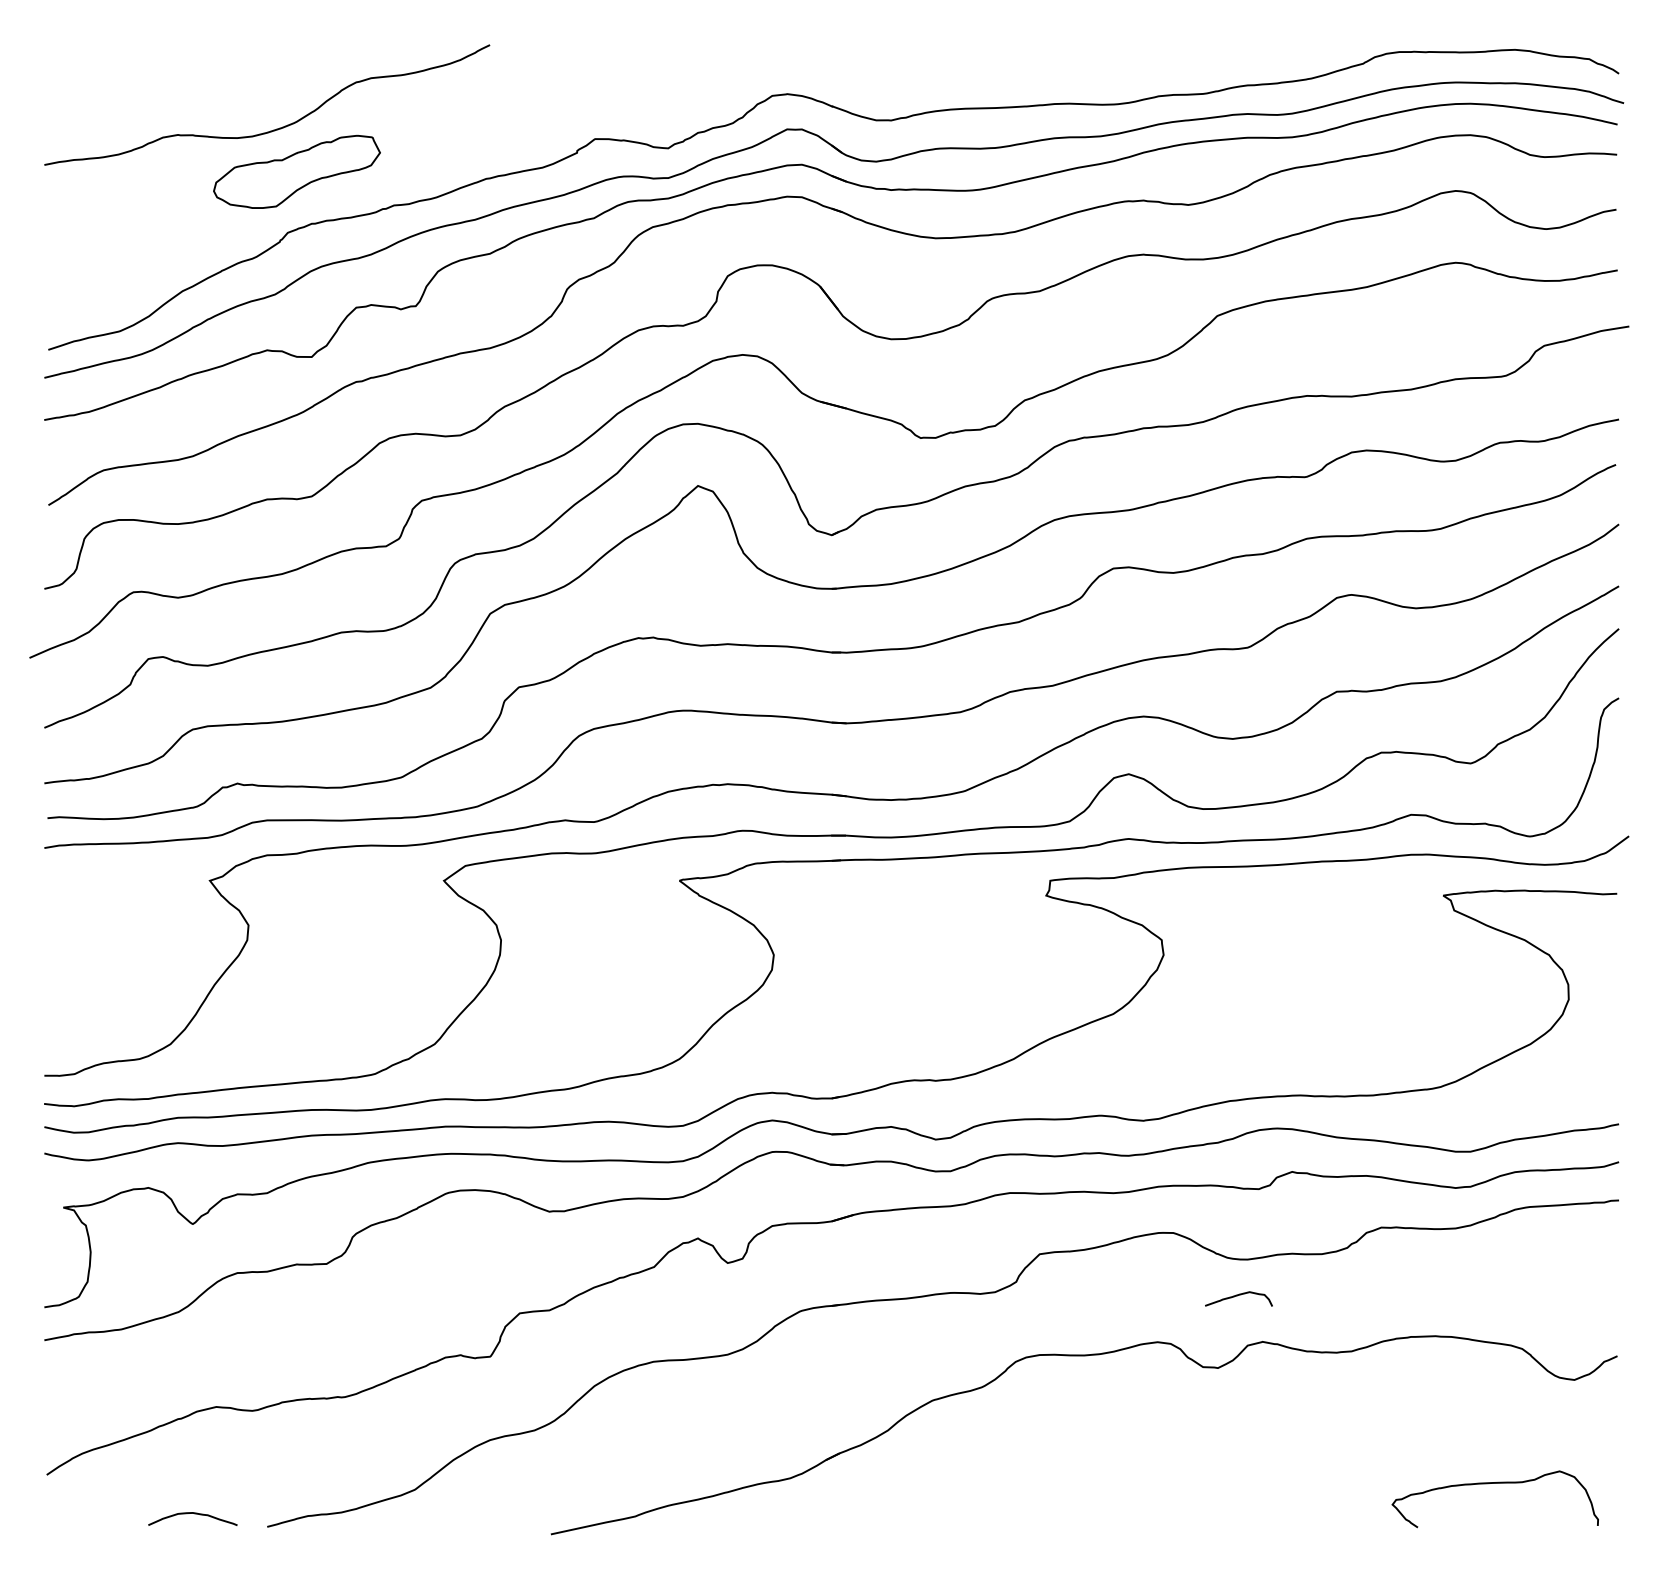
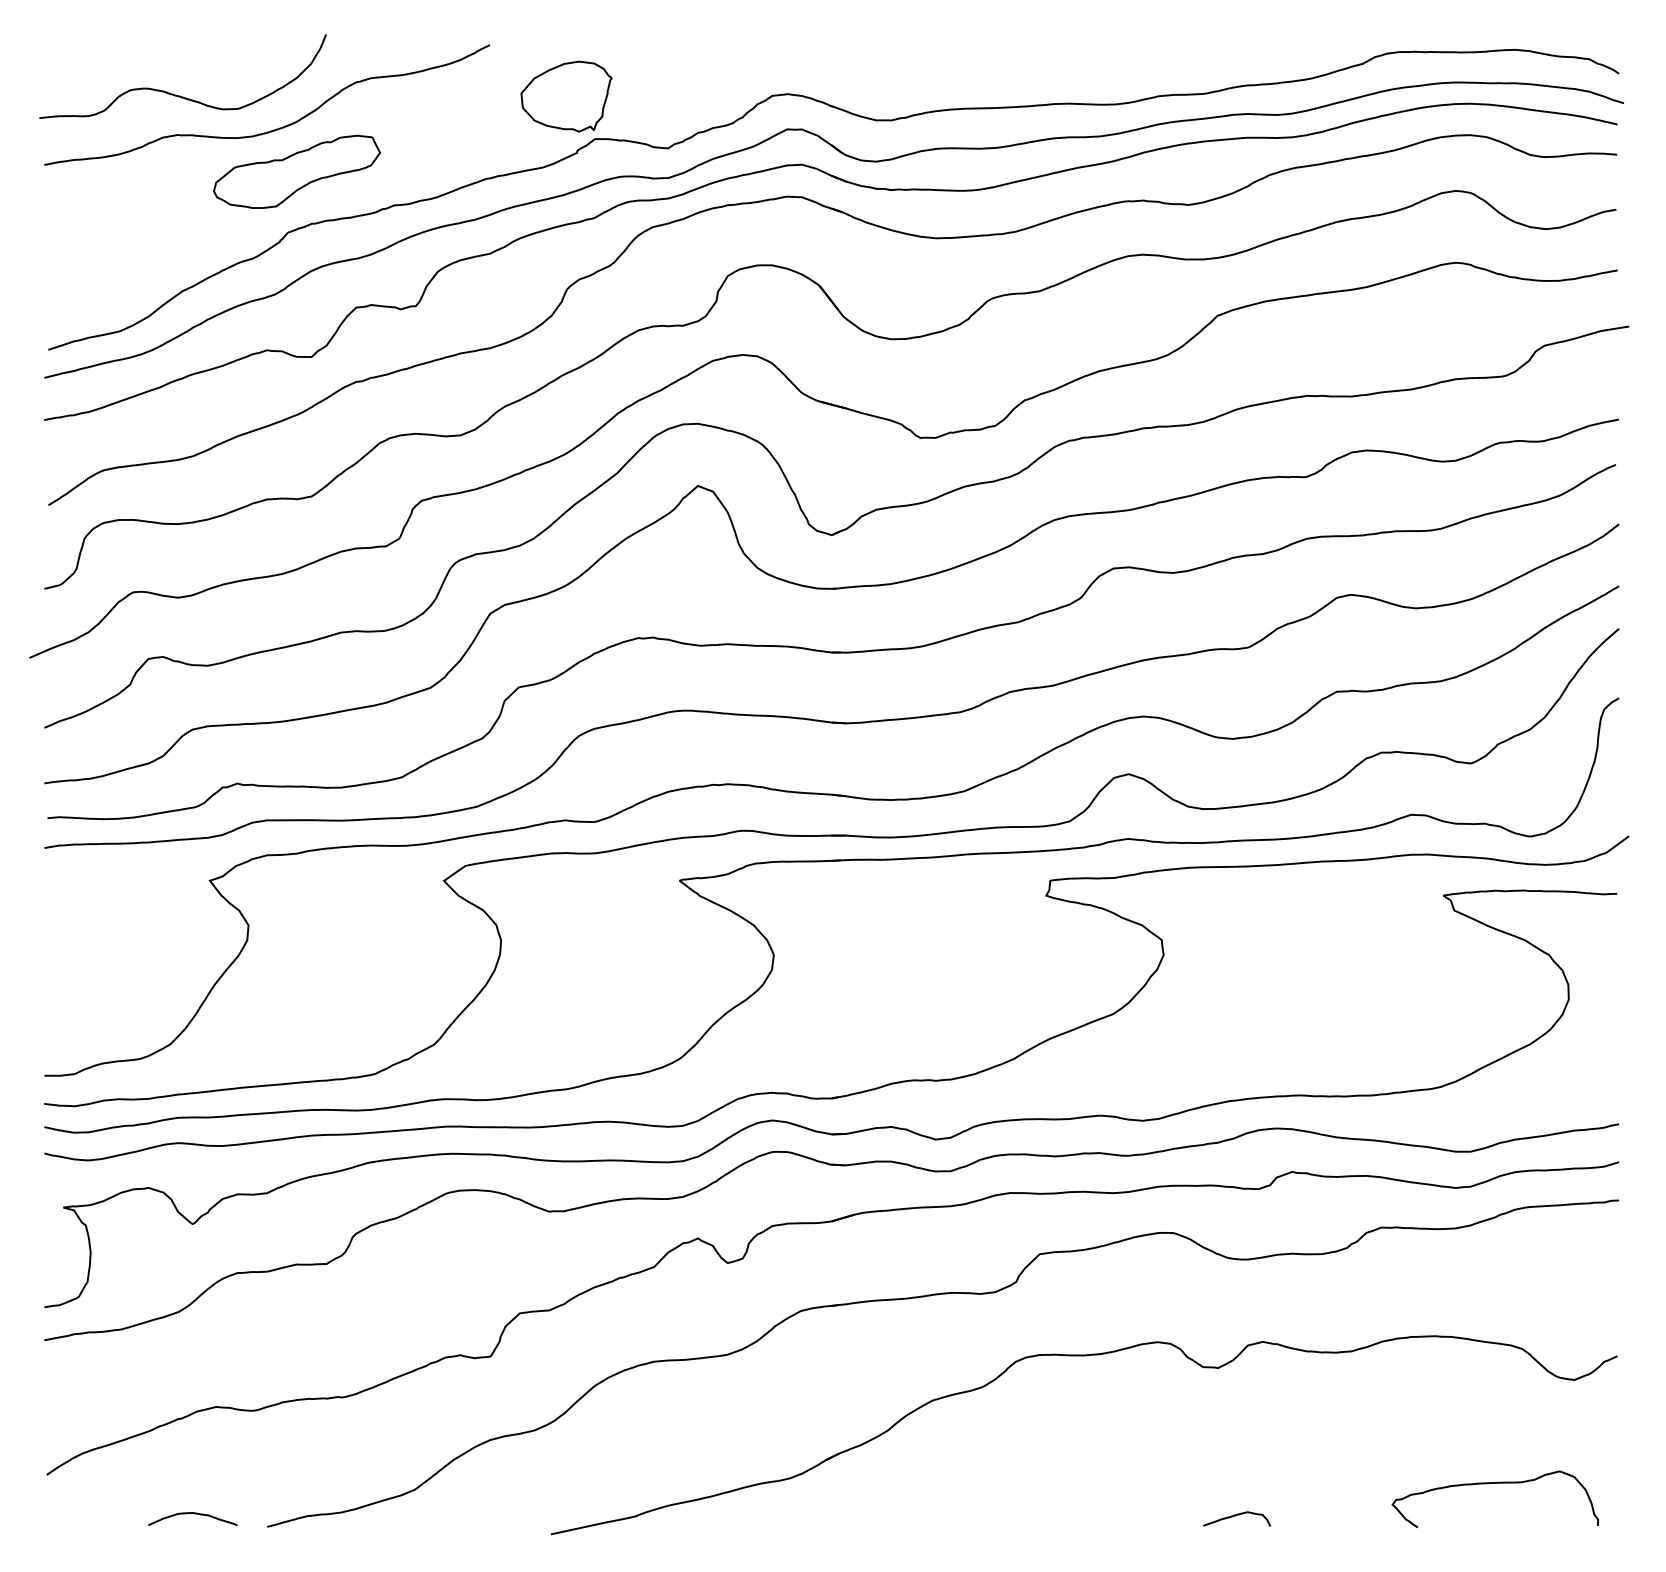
curve at (176, 94): none -> present
part at (566, 96): none -> present
curve at (1237, 1296) position: (1237, 1296) -> (1235, 1516)
